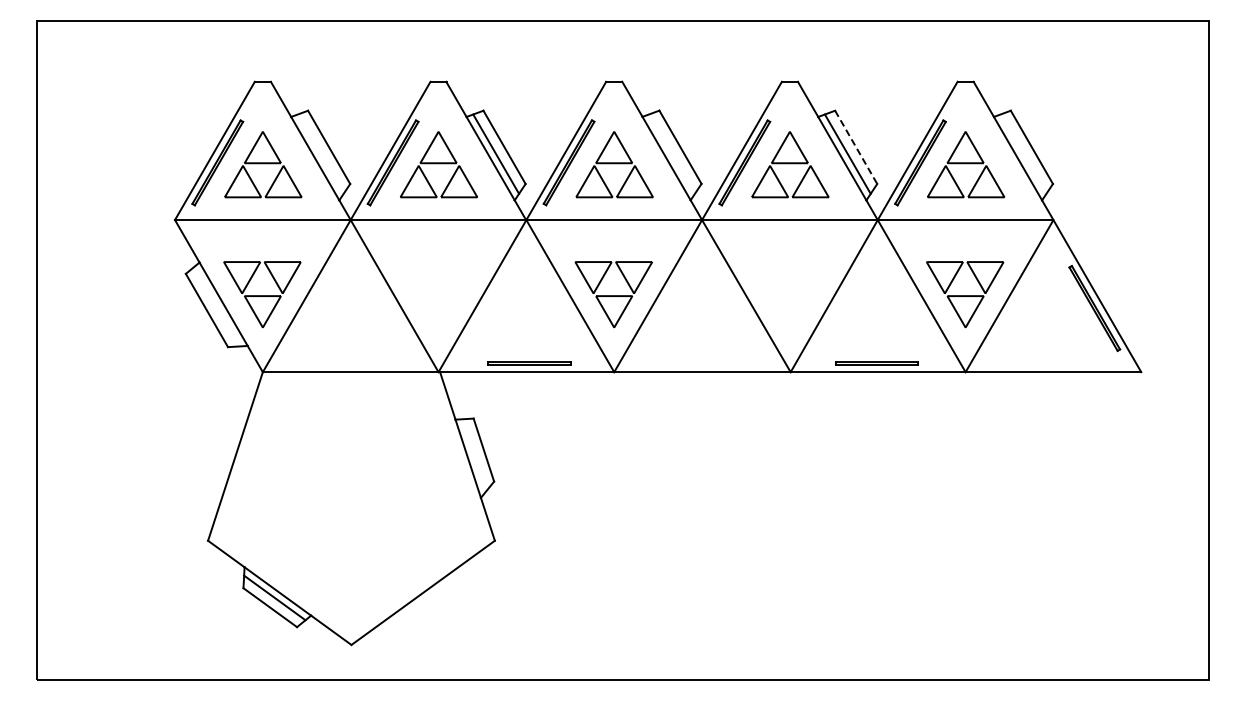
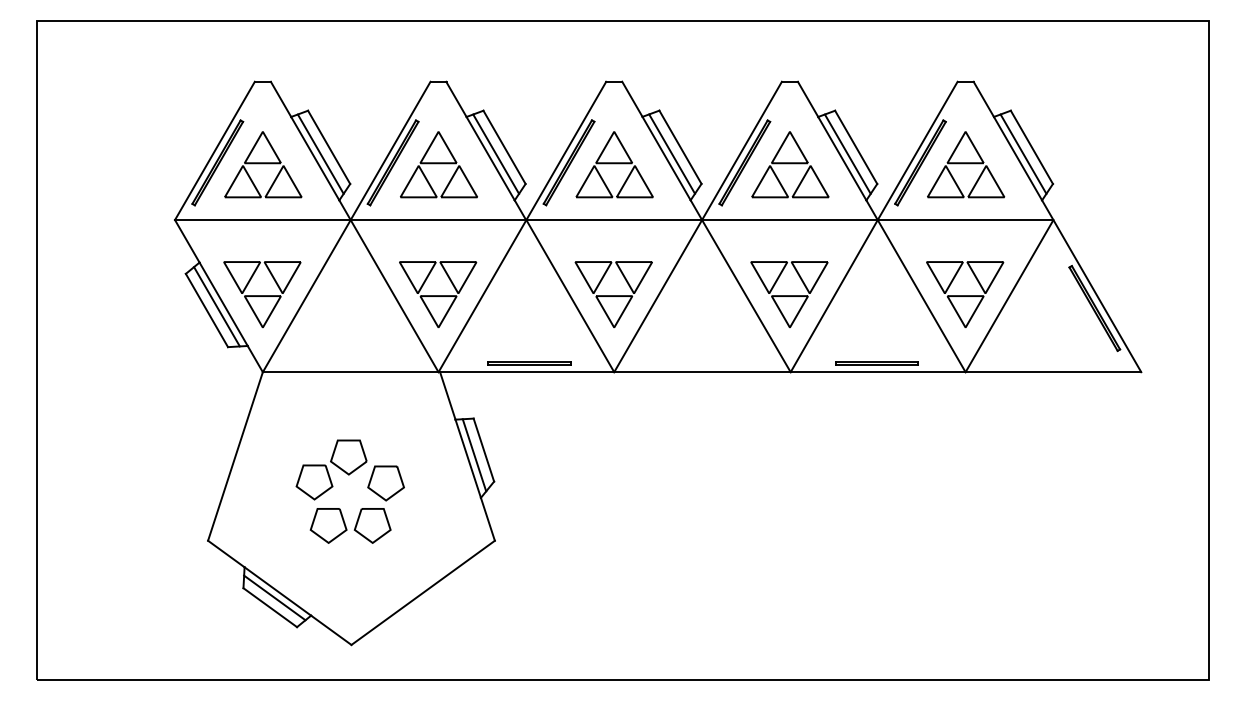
line at (856, 147): dashed -> solid
line at (320, 153): none -> present
line at (672, 153): none -> present
line at (1023, 153): none -> present
part at (438, 294): none -> present
part at (789, 294): none -> present
line at (216, 306): none -> present
line at (474, 455): none -> present
part at (349, 475): none -> present
